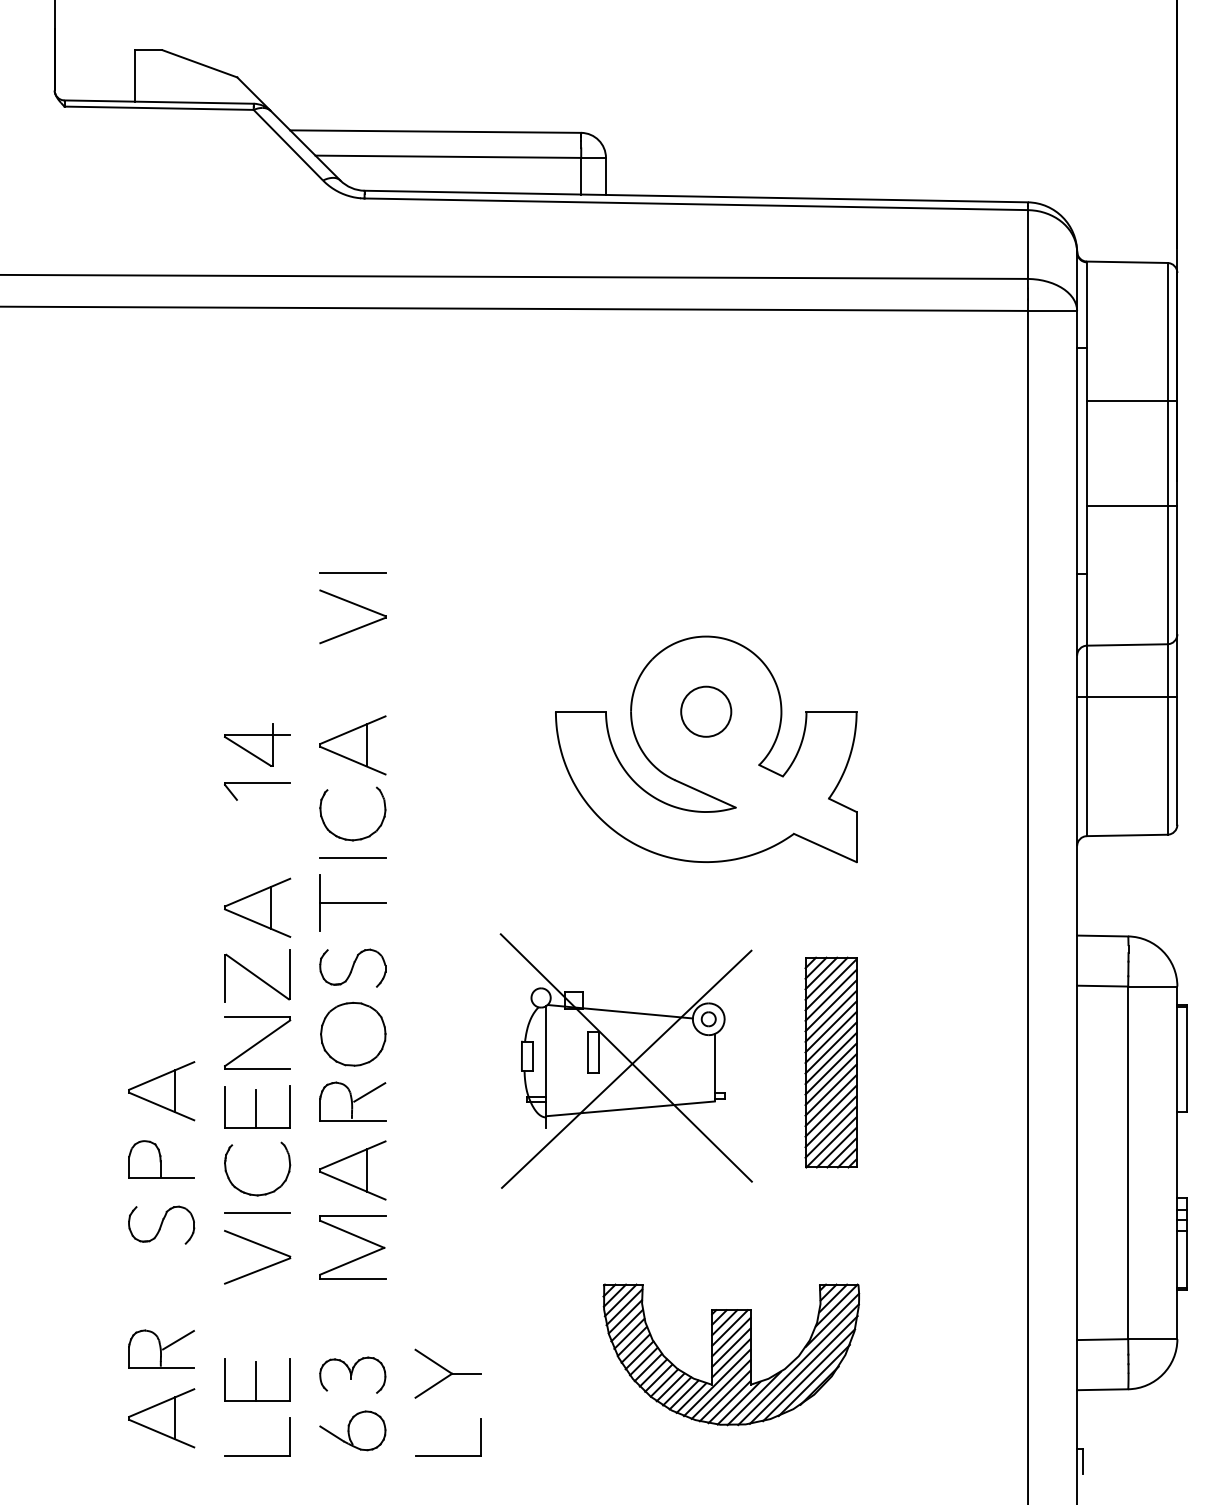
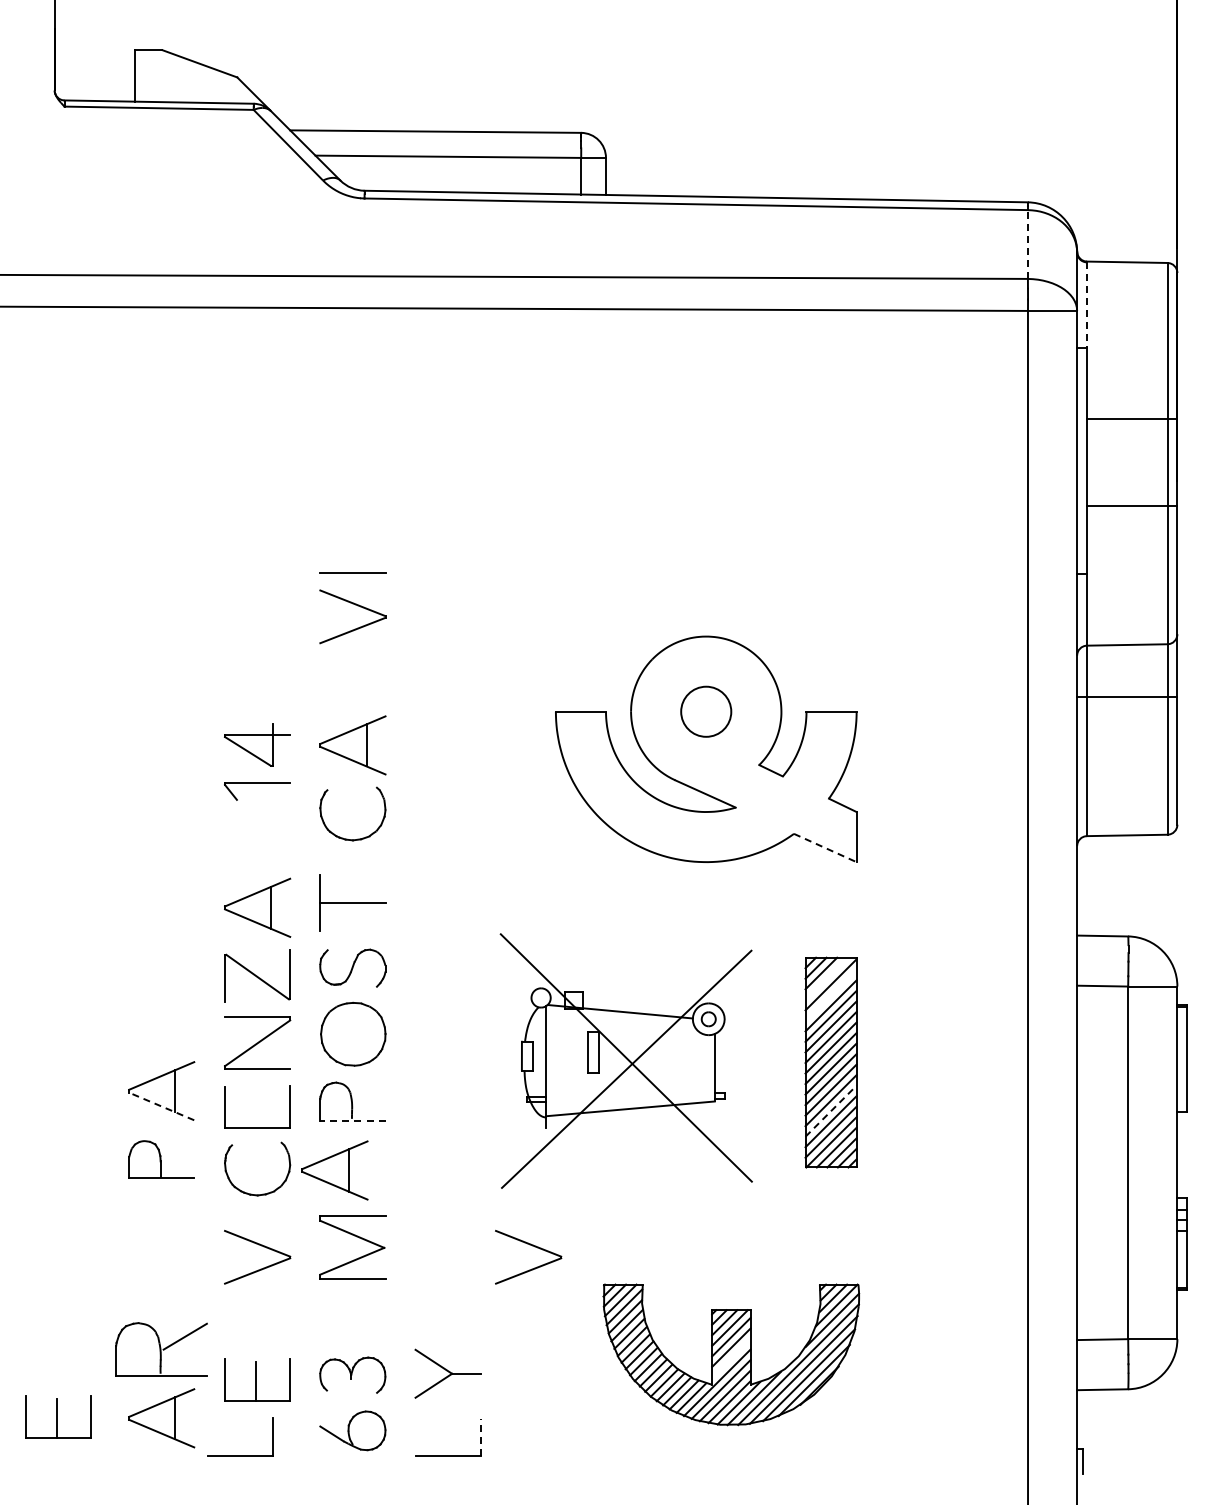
line at (1027, 244): solid -> dashed
line at (1087, 305): solid -> dashed
line at (1132, 401) position: (1132, 401) -> (1132, 419)
line at (825, 848): solid -> dashed
line at (352, 858): present -> none
line at (826, 978): present -> none
line at (830, 994): present -> none
line at (369, 1092): present -> none
line at (161, 1106): solid -> dashed
line at (255, 1108): present -> none
line at (831, 1110): solid -> dashed
line at (352, 1120): solid -> dashed
part at (352, 1170) position: (352, 1170) -> (334, 1170)
line at (257, 1213): present -> none
part at (161, 1224): present -> none
part at (531, 1268): none -> present
part at (161, 1348) size: 67x40 px -> 93x55 px
line at (731, 1358): present -> none
part at (58, 1416): none -> present
line at (480, 1437): solid -> dashed
part at (257, 1455) position: (257, 1455) -> (240, 1455)
